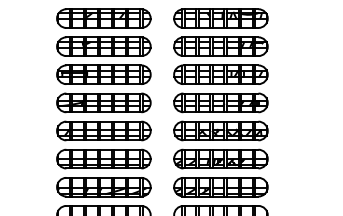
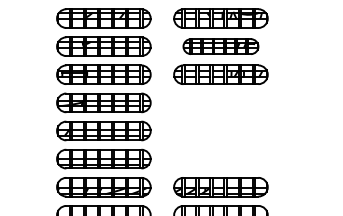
part at (220, 46) size: 96x21 px -> 78x17 px
part at (220, 130): present -> none
